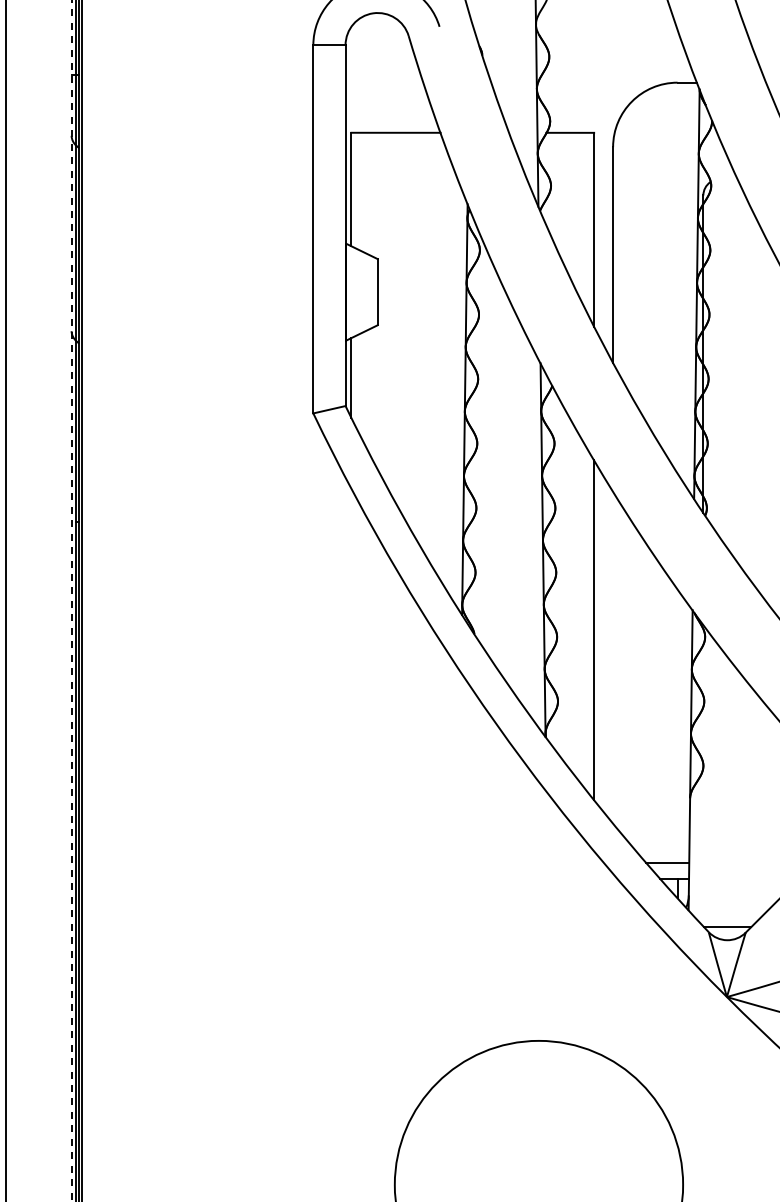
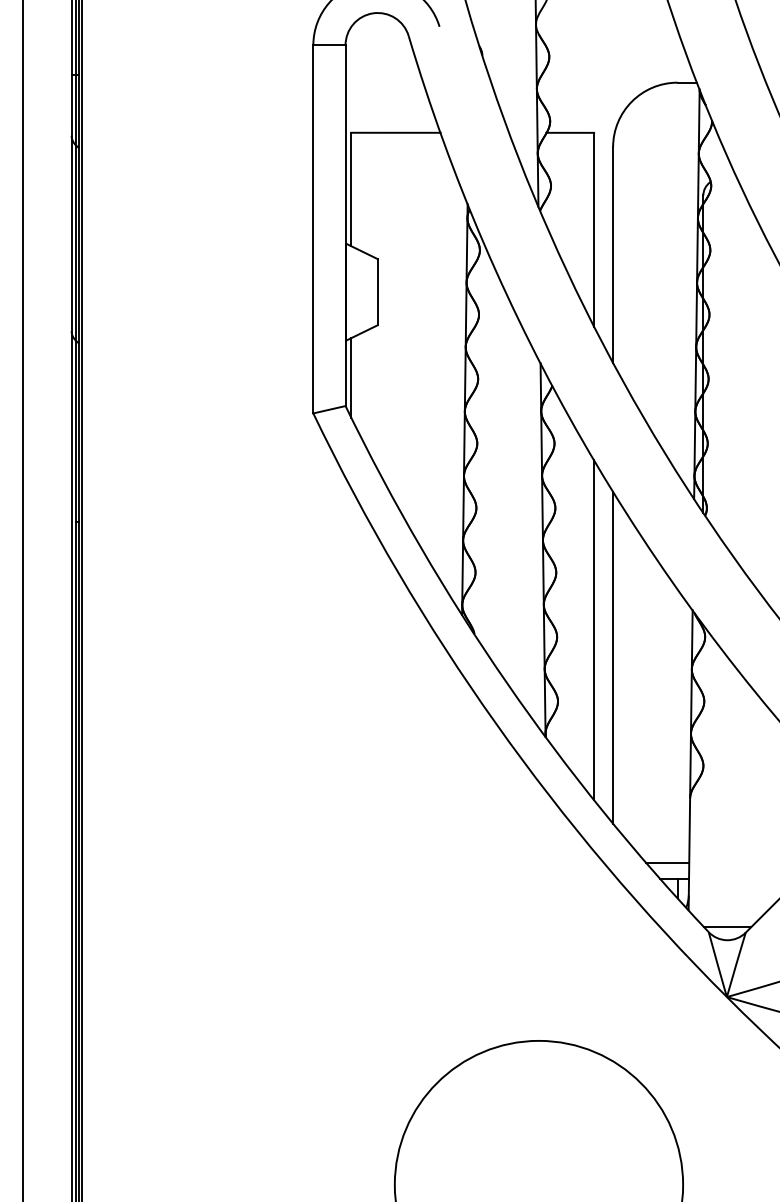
line at (6, 600) position: (6, 600) -> (23, 600)
line at (71, 601): dashed -> solid
line at (613, 657): none -> present
